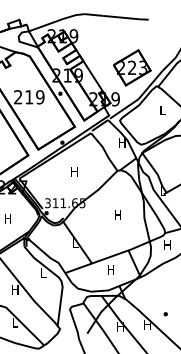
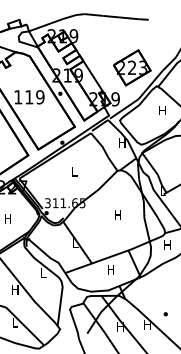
text at (18, 97): 219 -> 119
text at (162, 110): L -> H
text at (74, 171): H -> L
